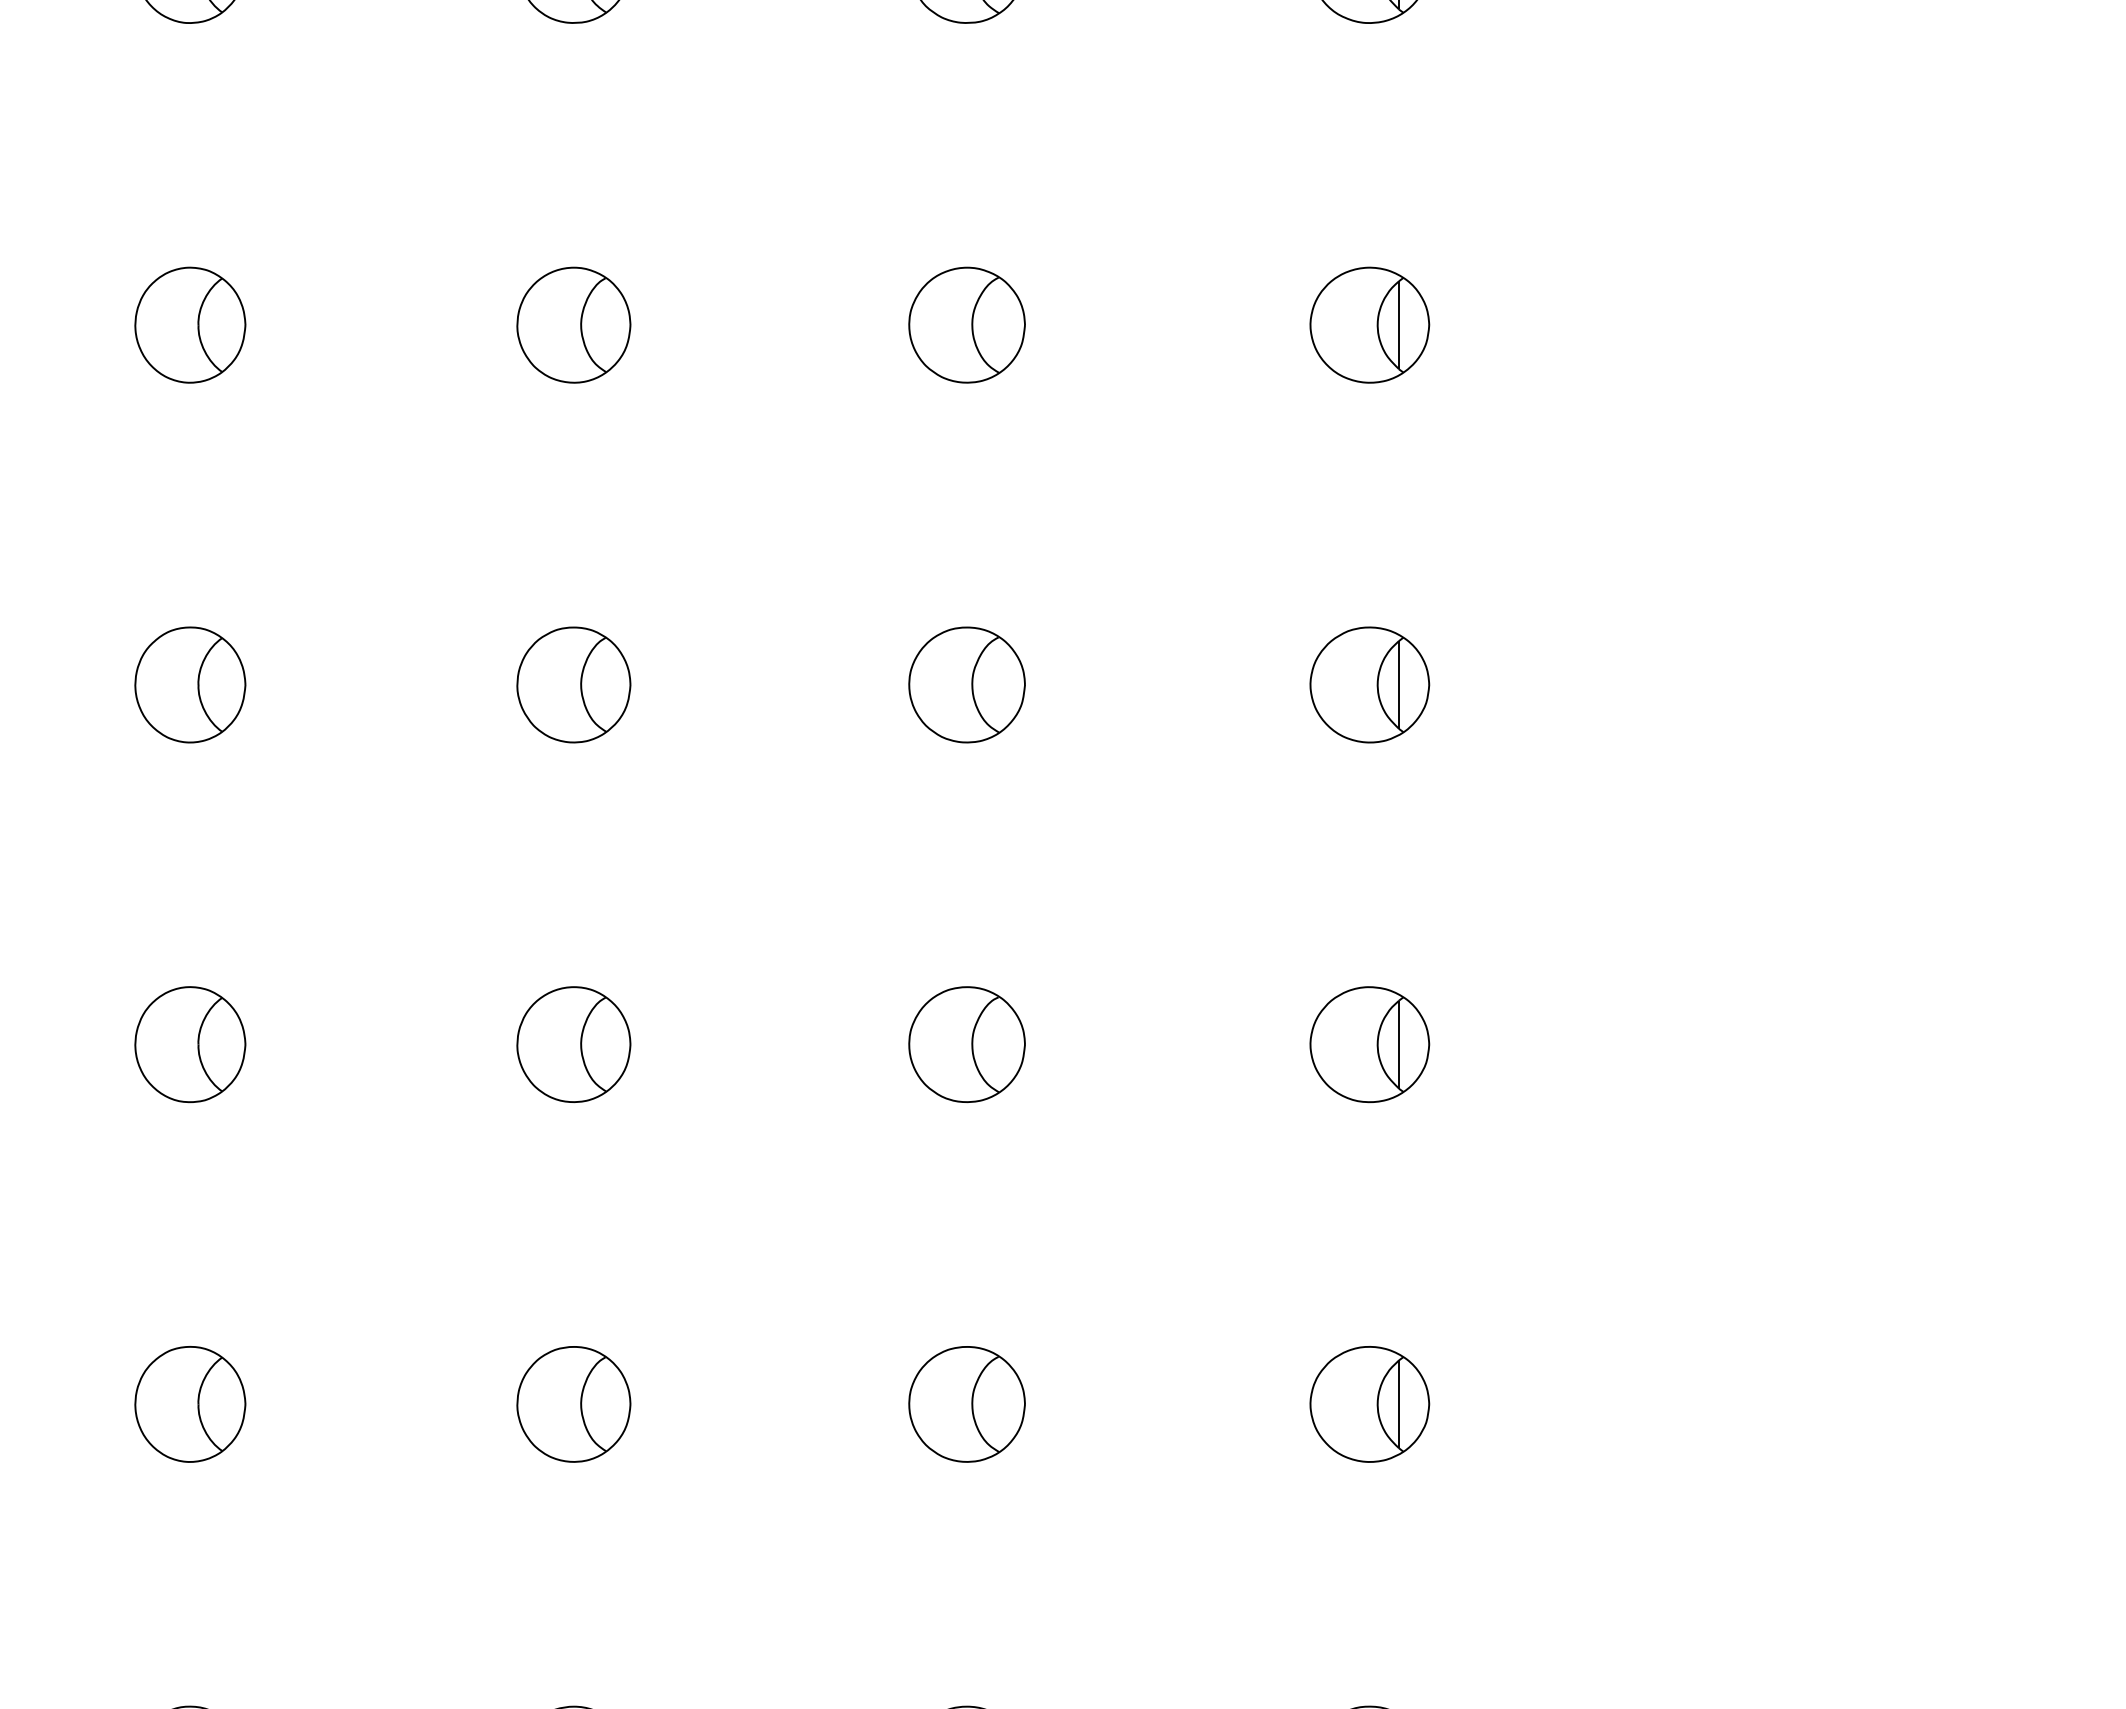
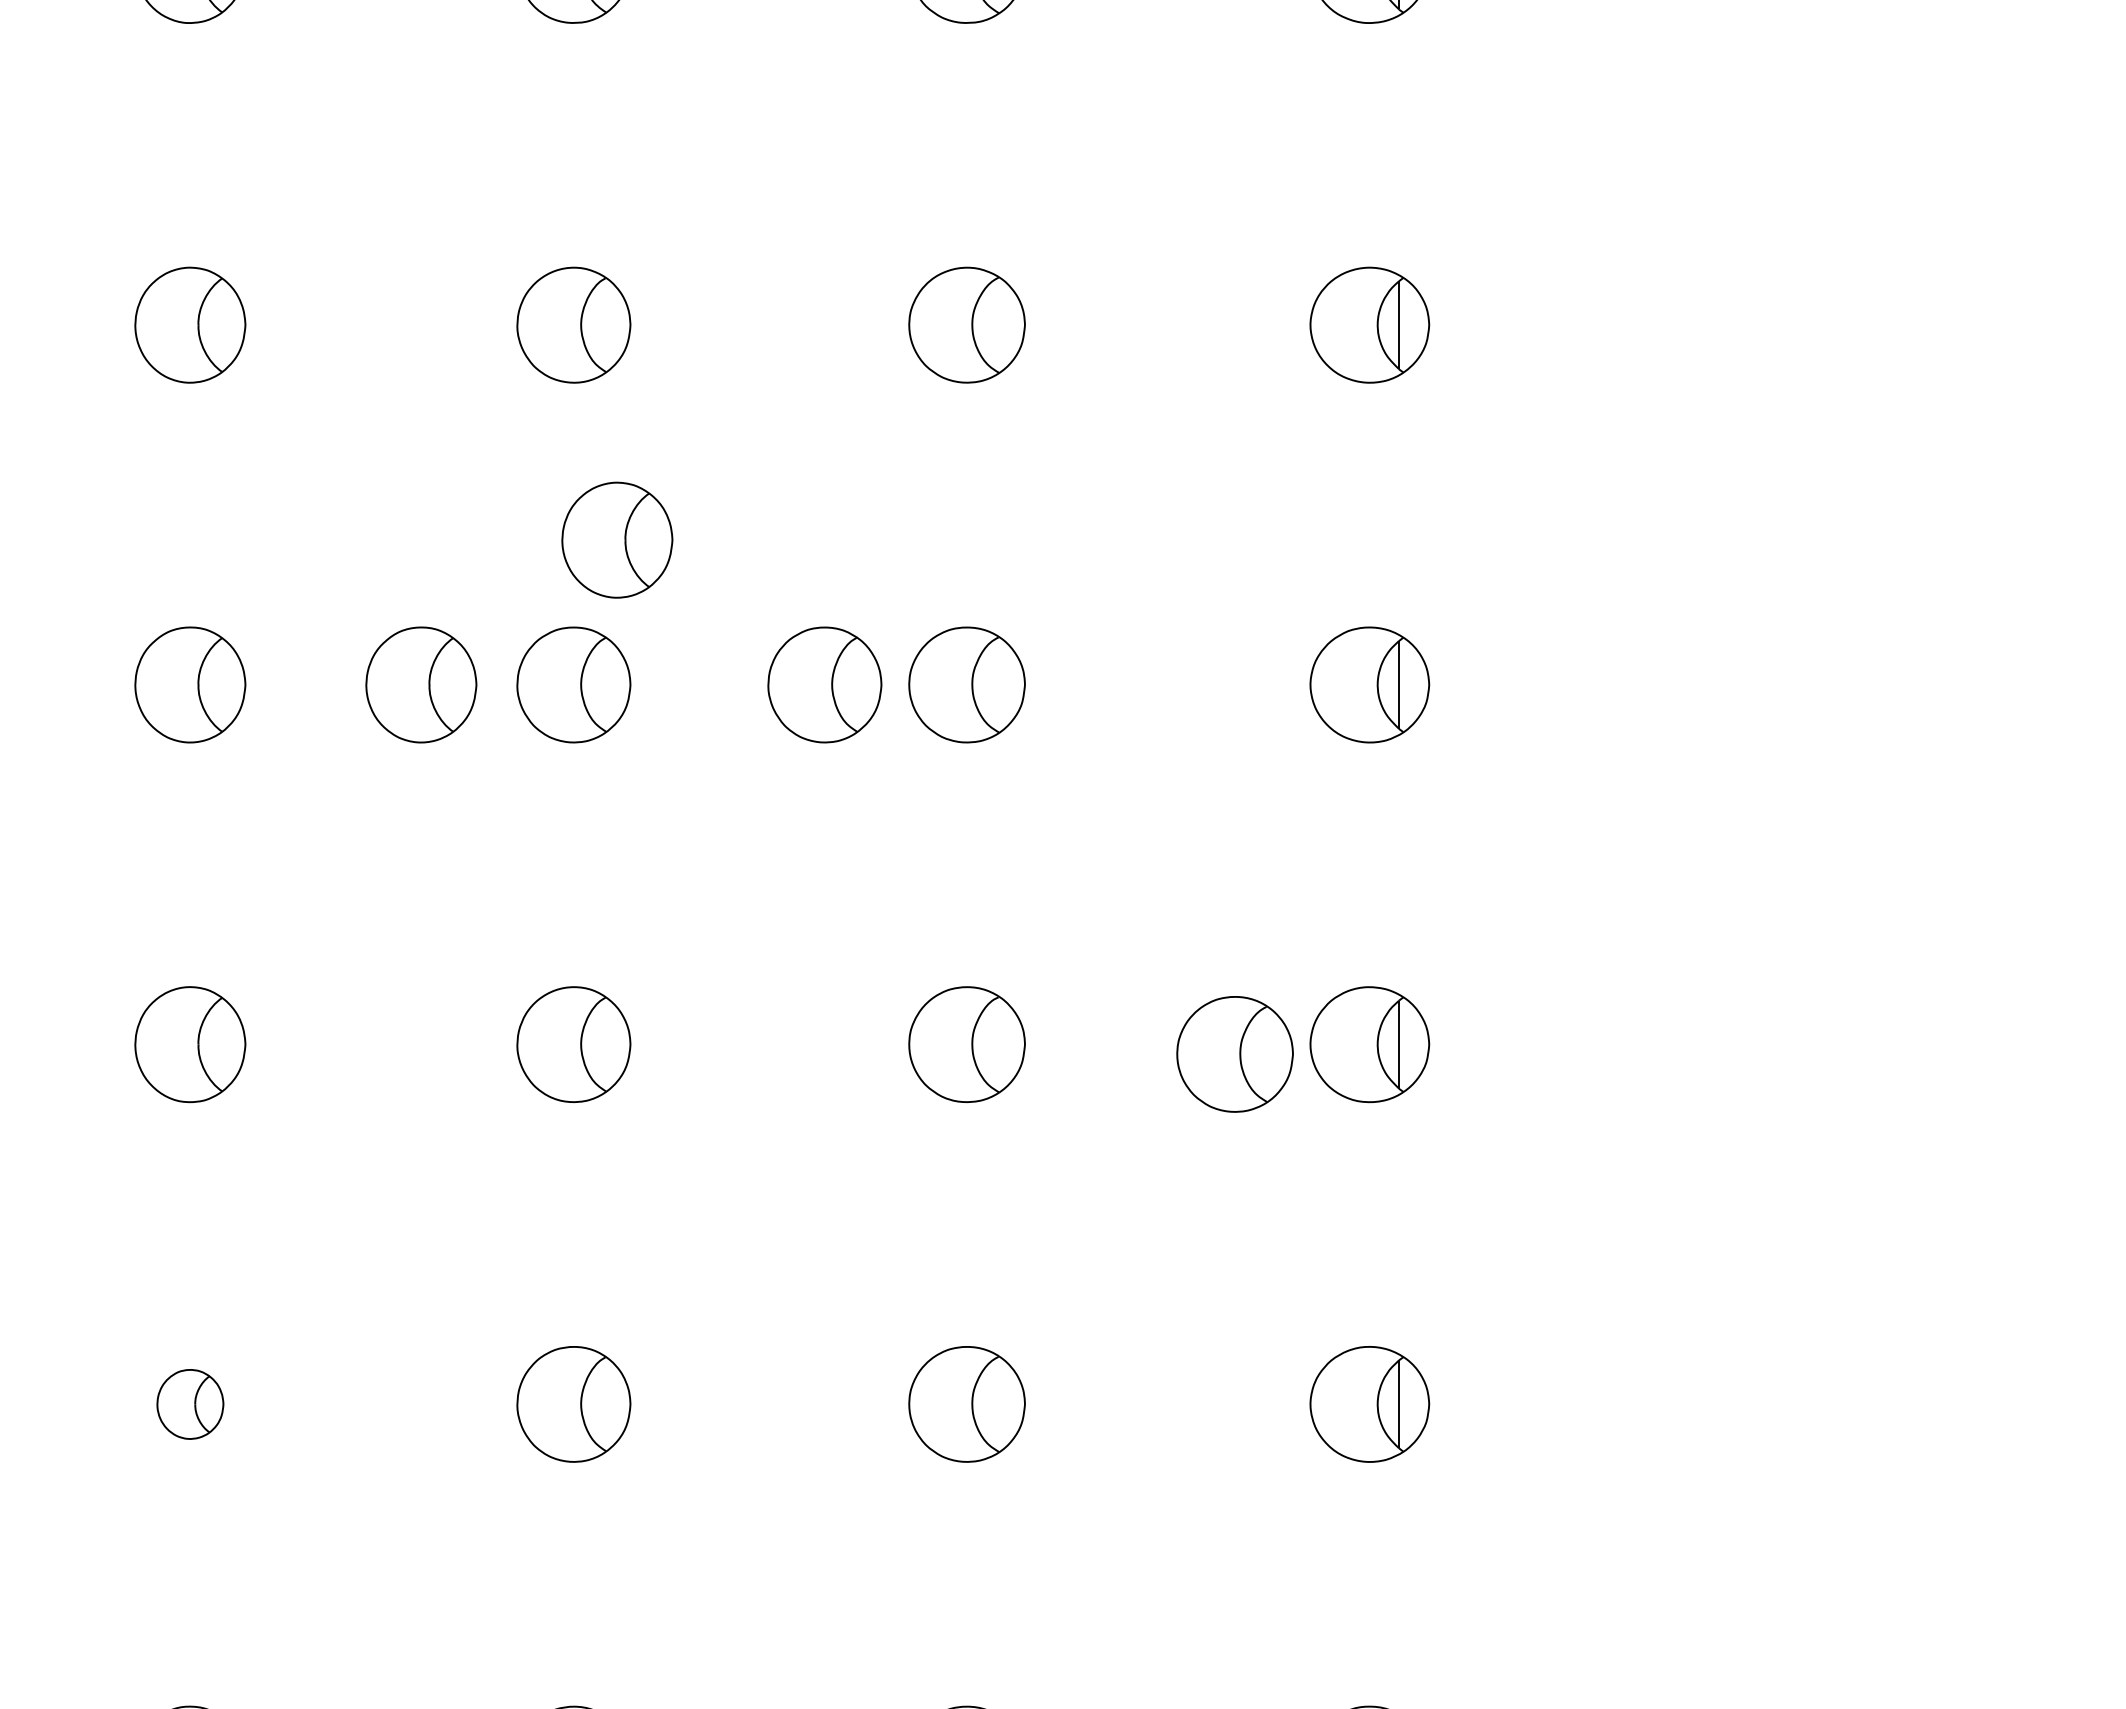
part at (617, 539): none -> present
part at (421, 684): none -> present
part at (824, 684): none -> present
part at (1234, 1054): none -> present
part at (190, 1404) size: 113x117 px -> 69x71 px
